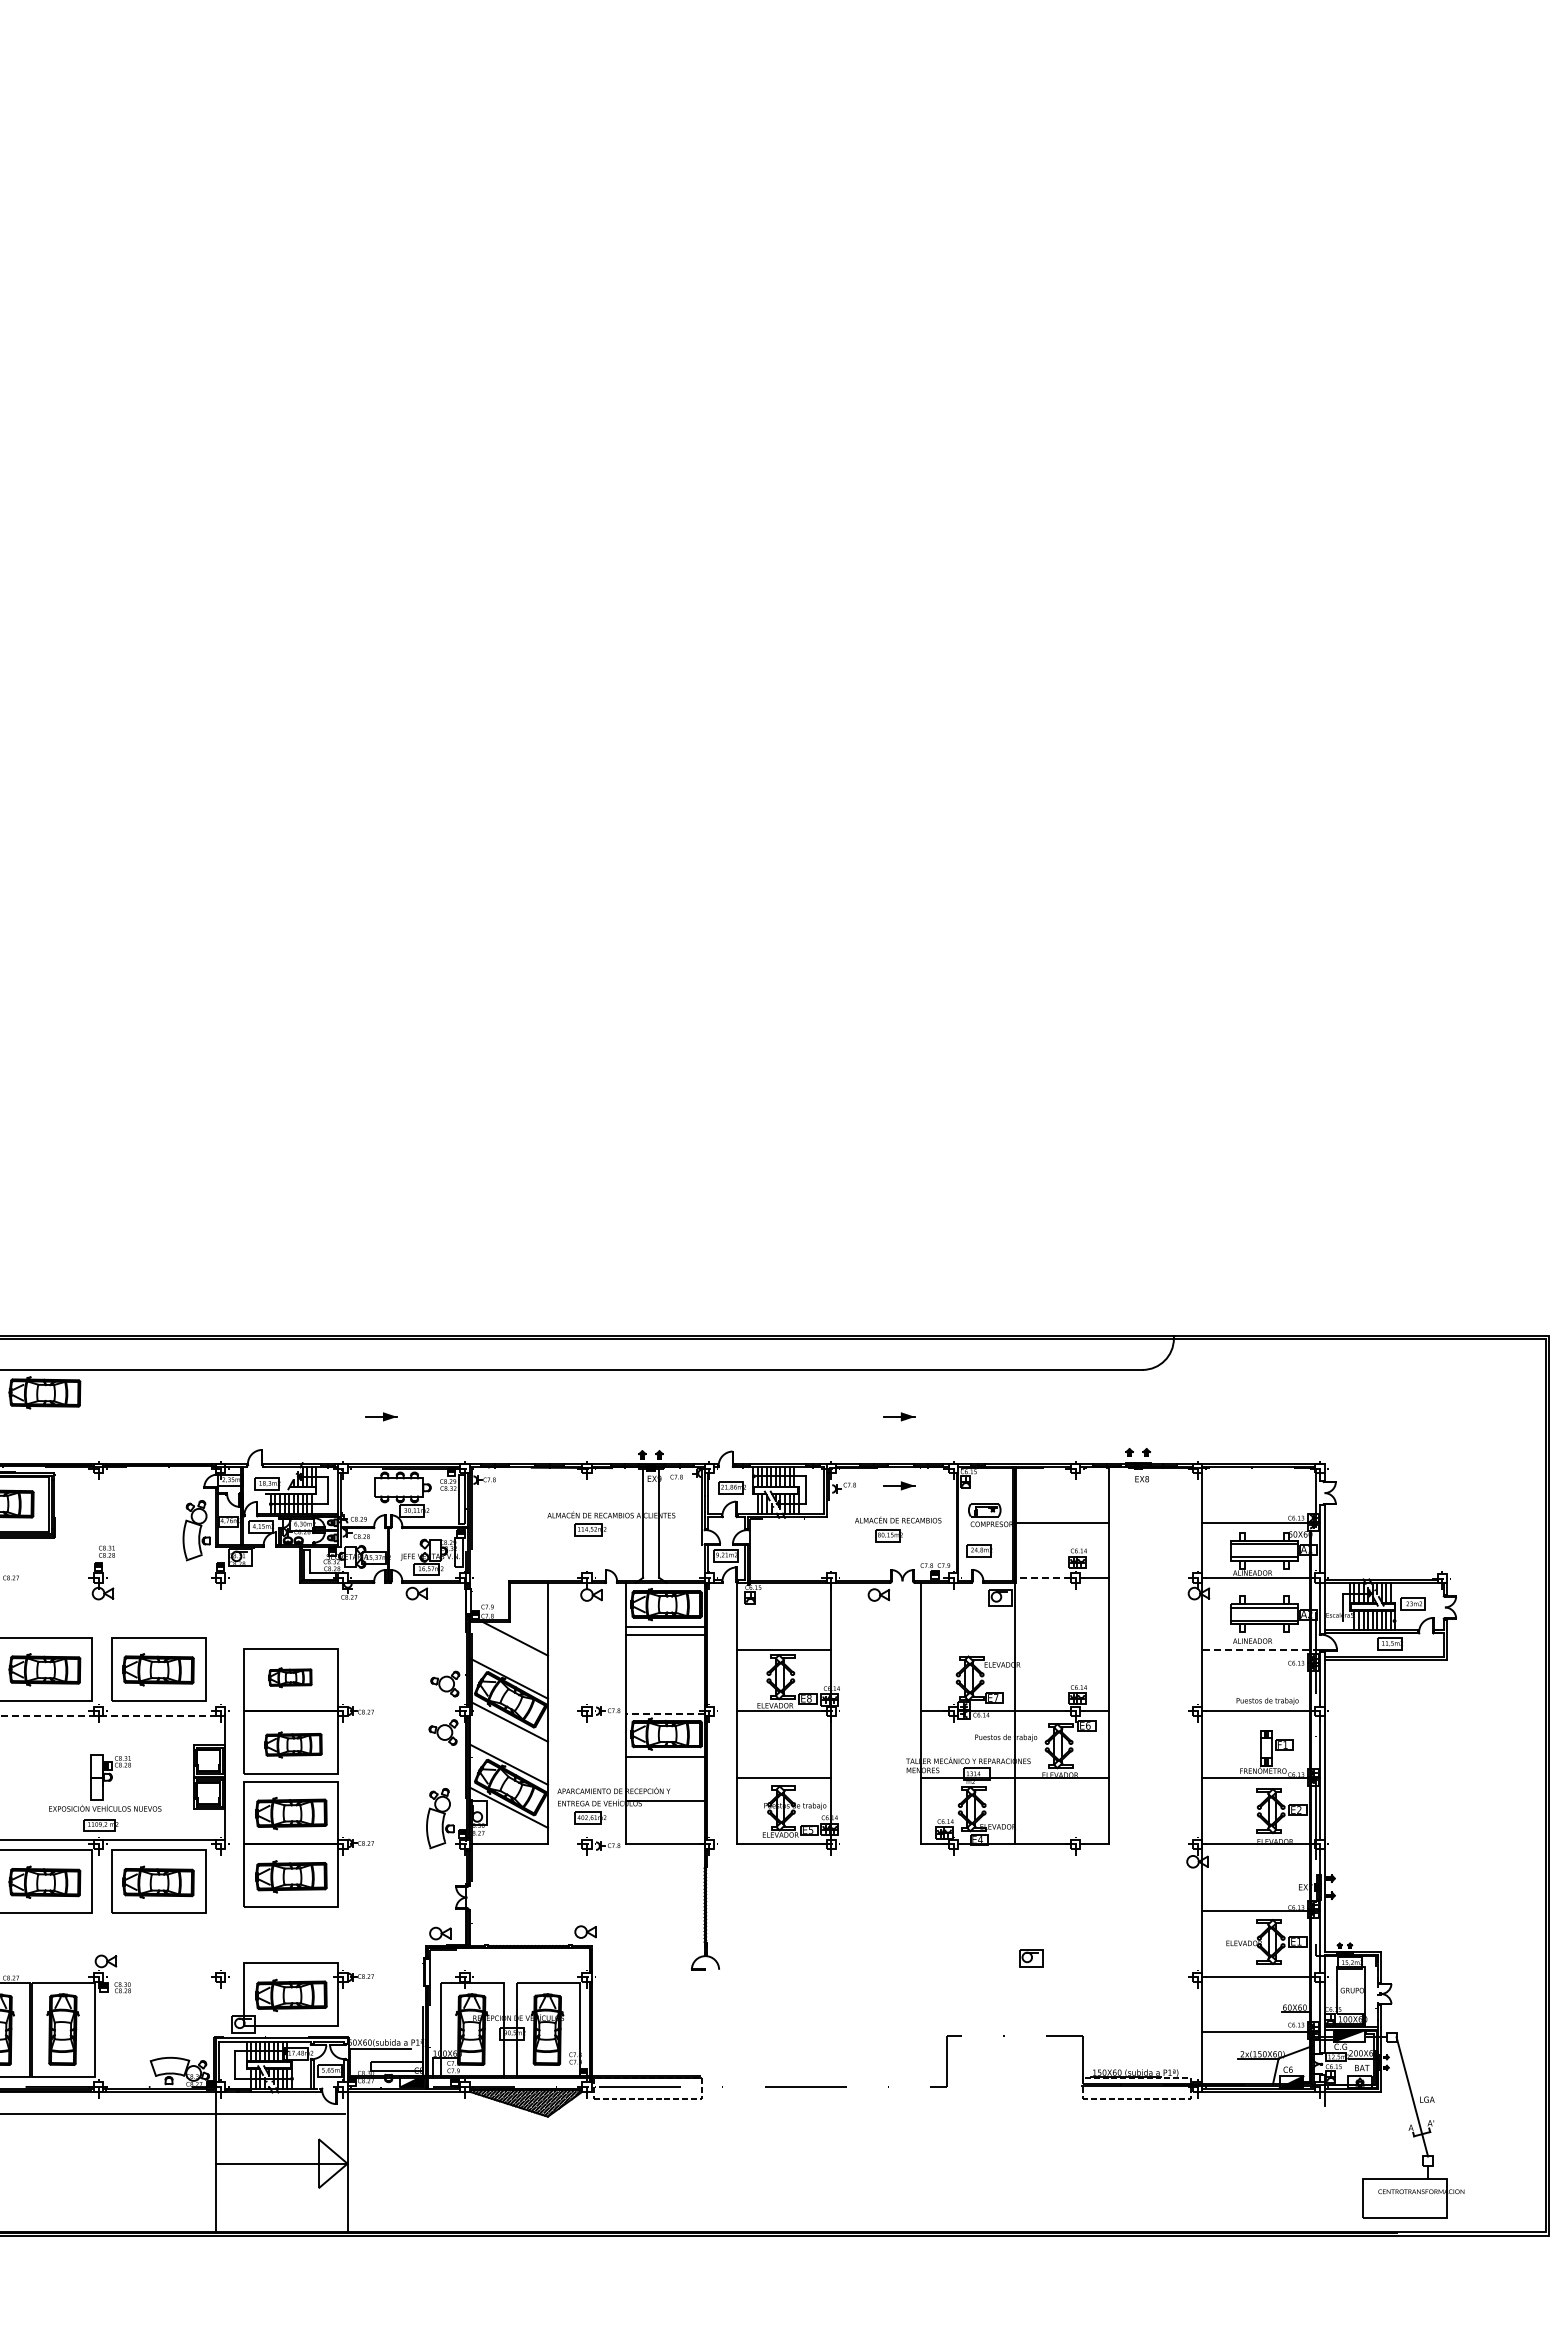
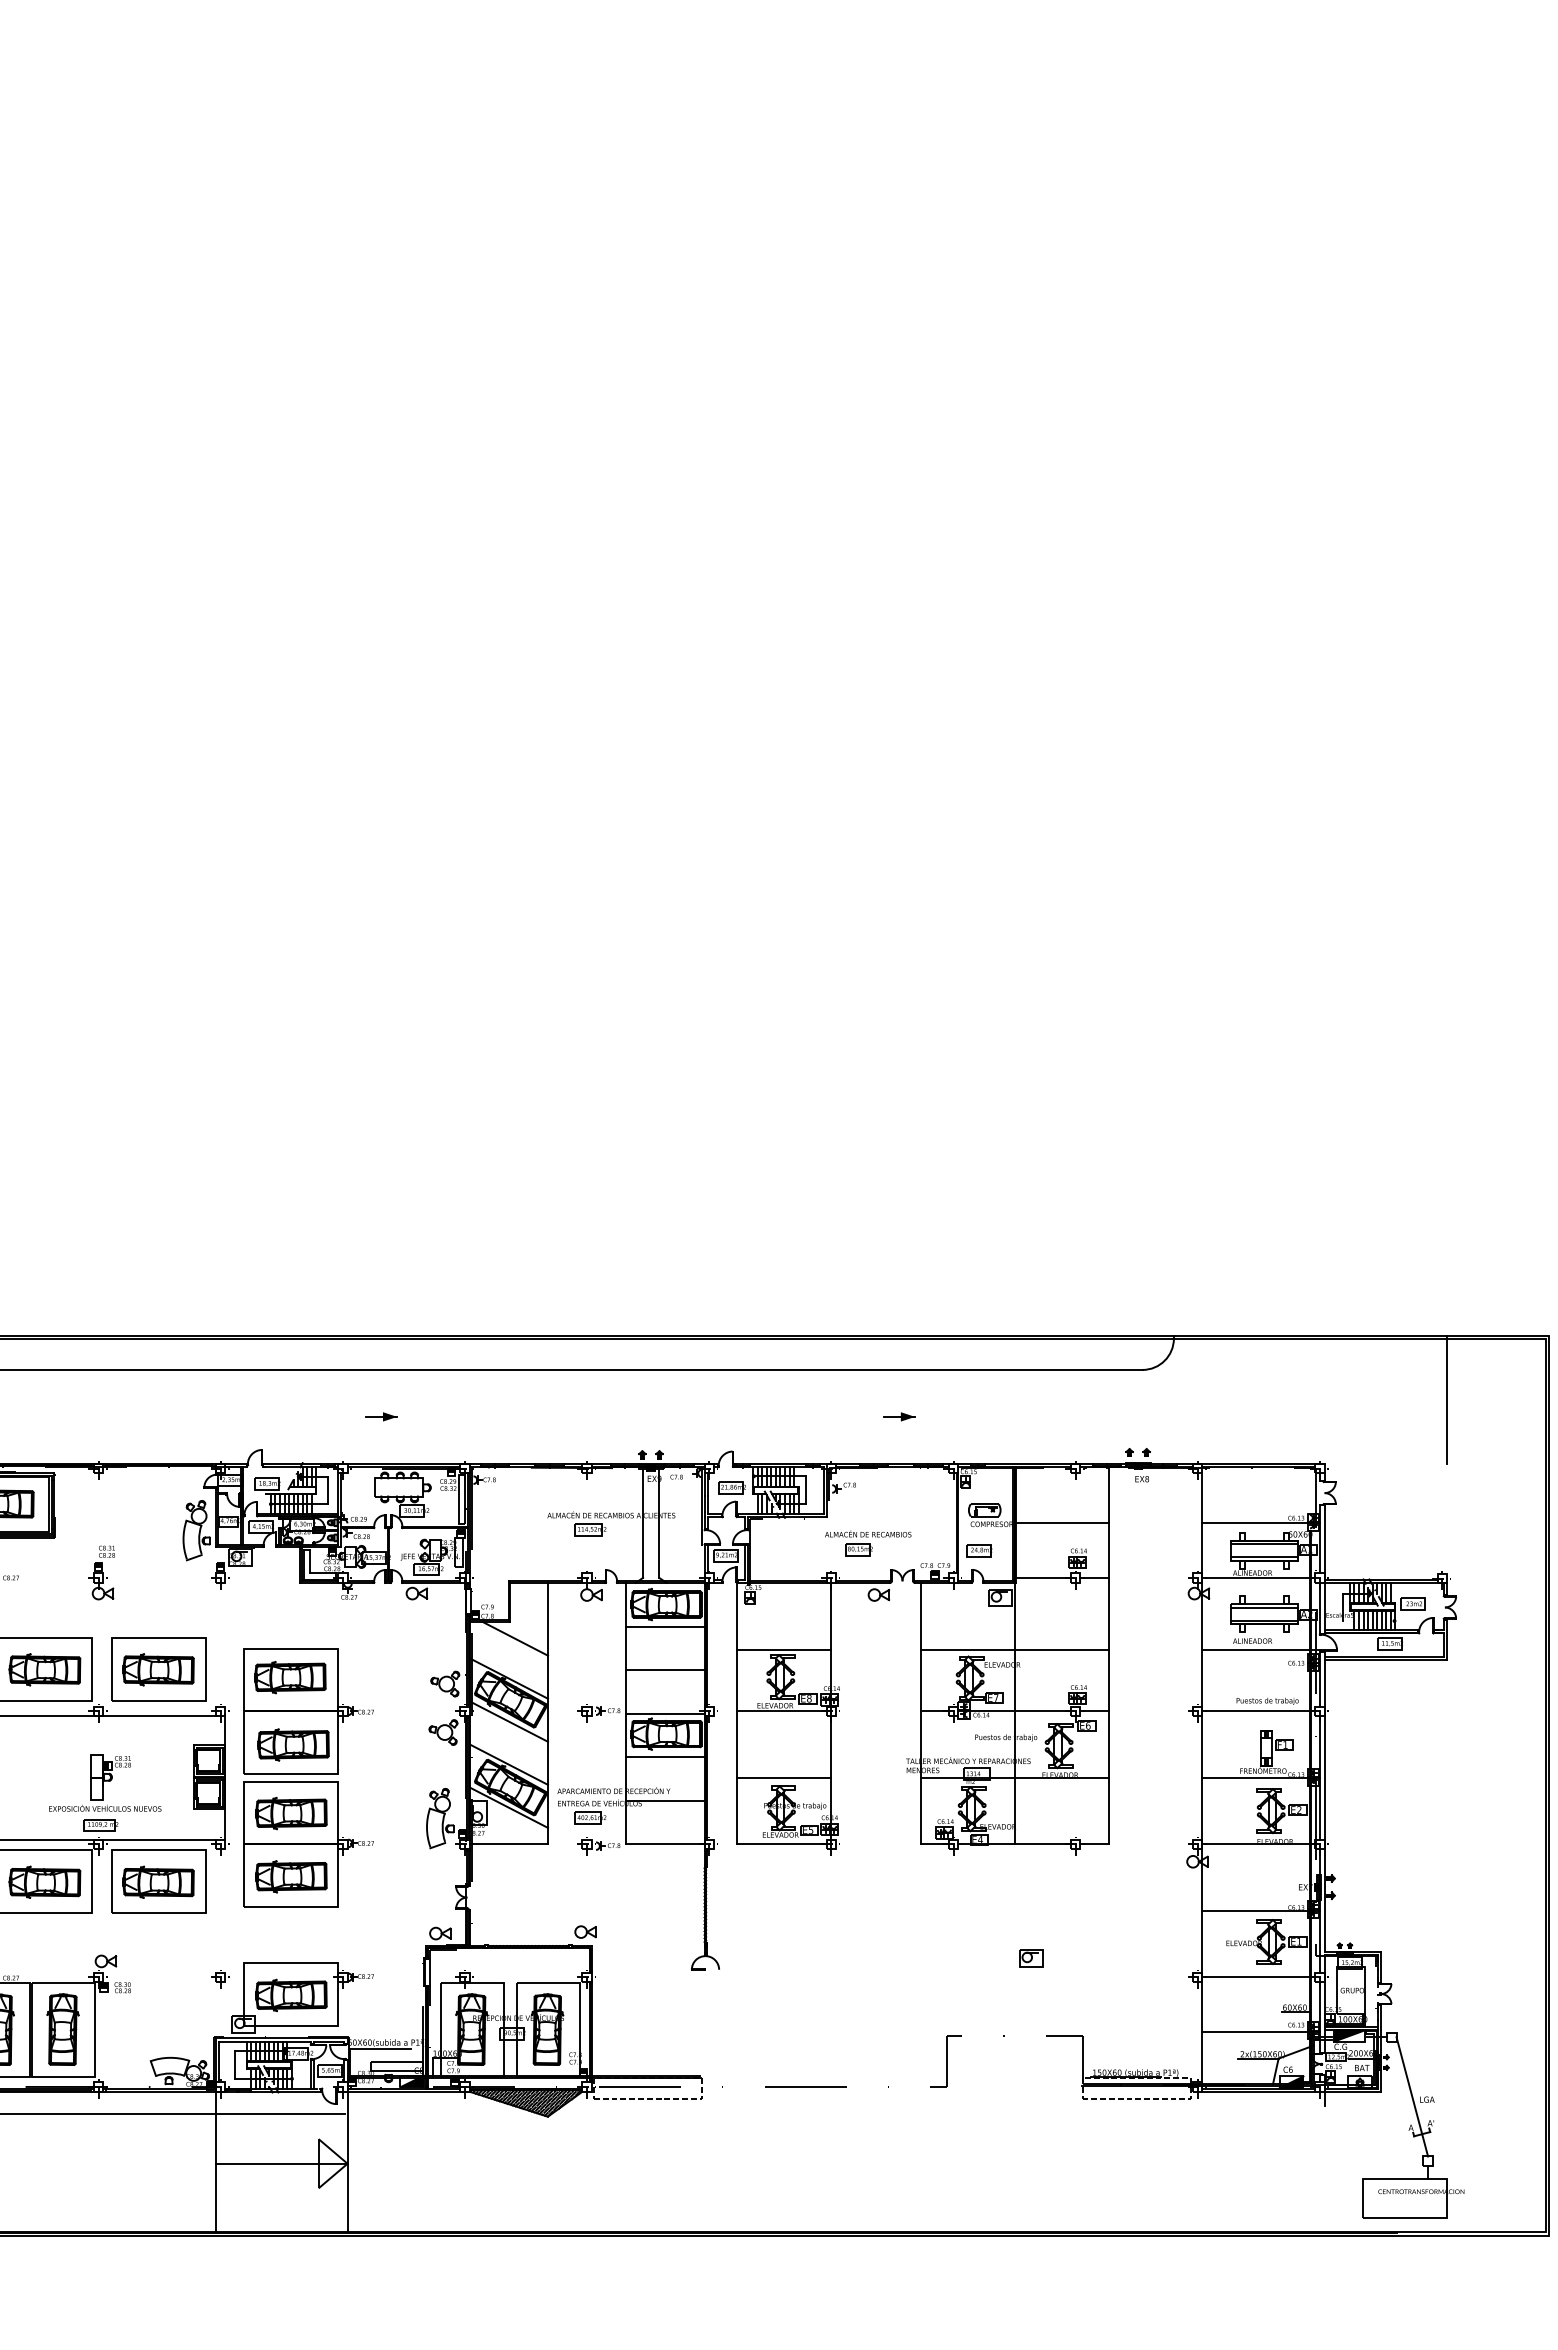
part at (44, 1392): present -> none
line at (1446, 1399): none -> present
part at (899, 1485): present -> none
part at (898, 1529) position: (898, 1529) -> (868, 1543)
line at (1043, 1578): dashed -> solid
line at (665, 1635) position: (665, 1635) -> (665, 1670)
line at (1014, 1649): none -> present
line at (1261, 1649): dashed -> solid
part at (290, 1677) size: 45x22 px -> 73x34 px
line at (664, 1713): dashed -> solid
line at (108, 1715): dashed -> solid
part at (293, 1744) size: 59x28 px -> 73x34 px
